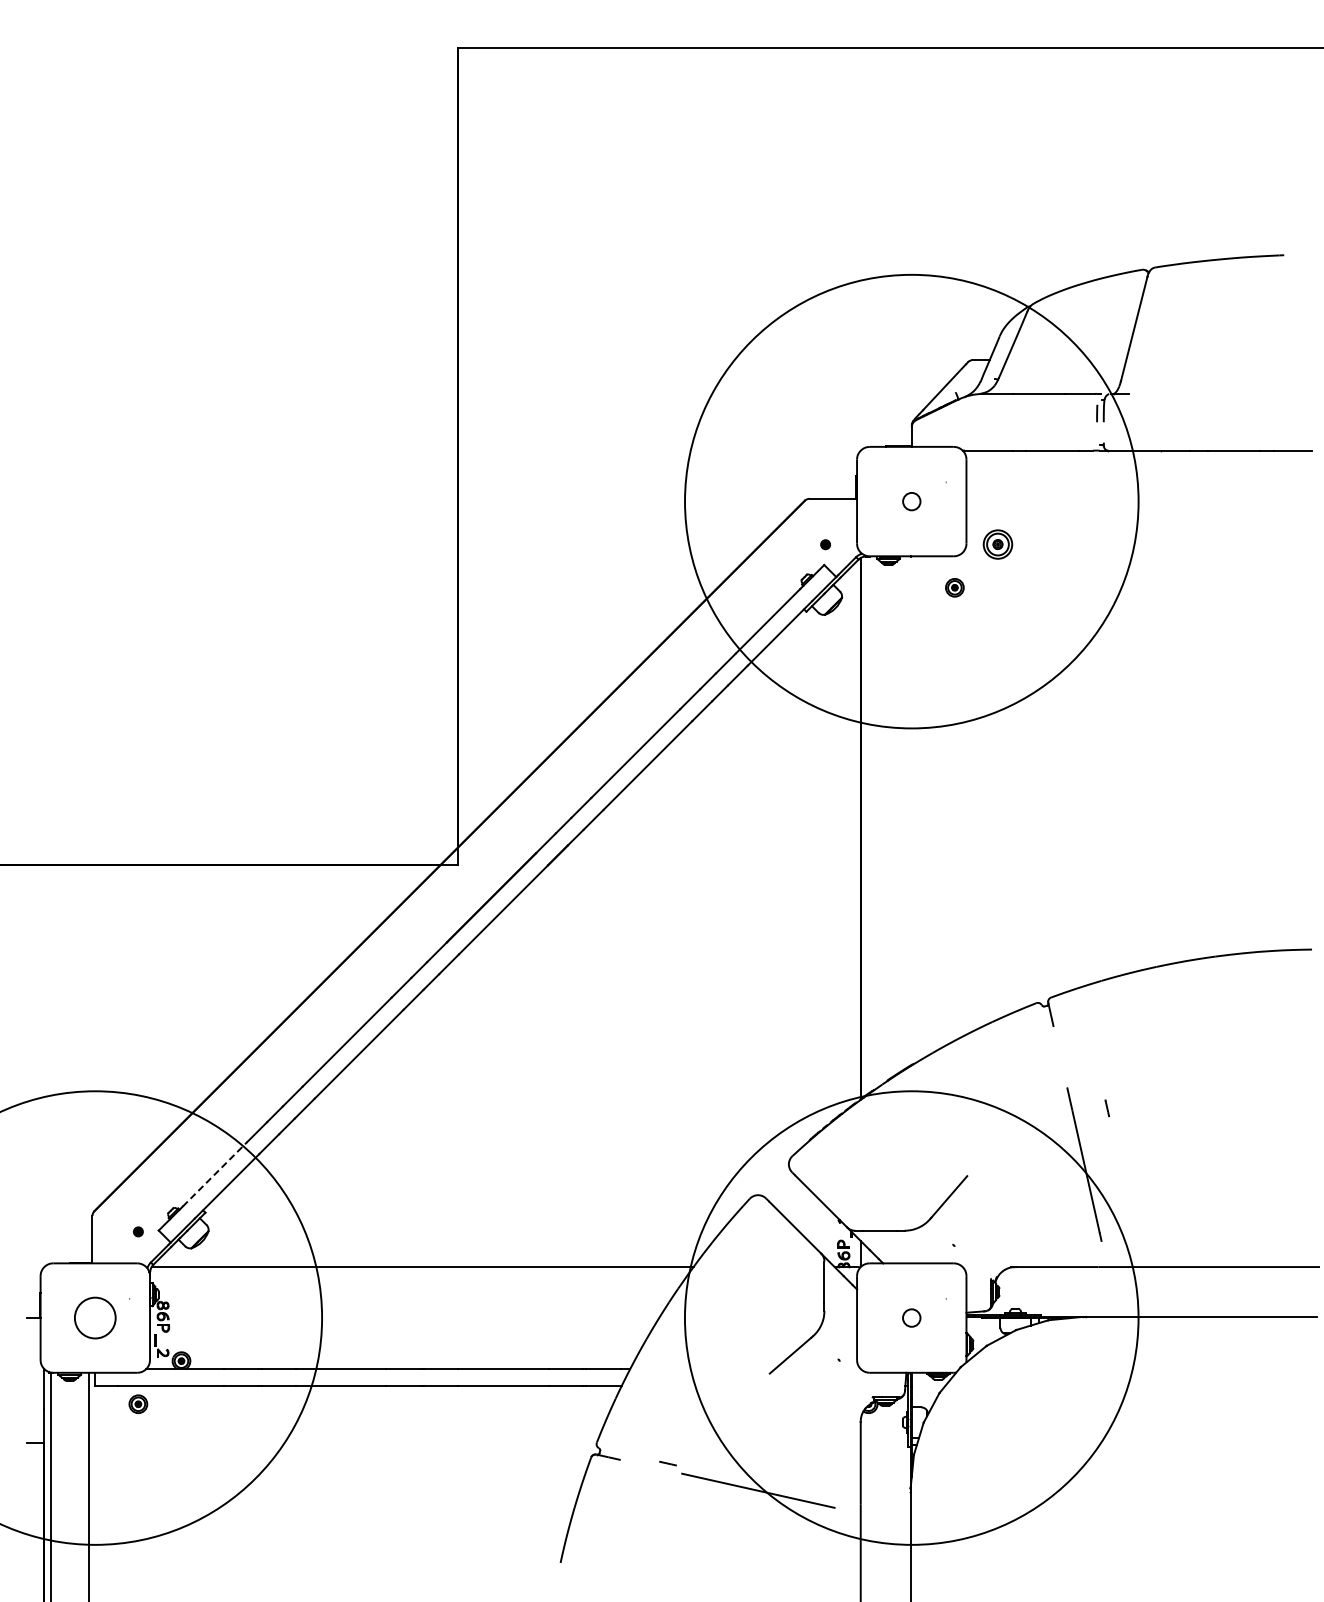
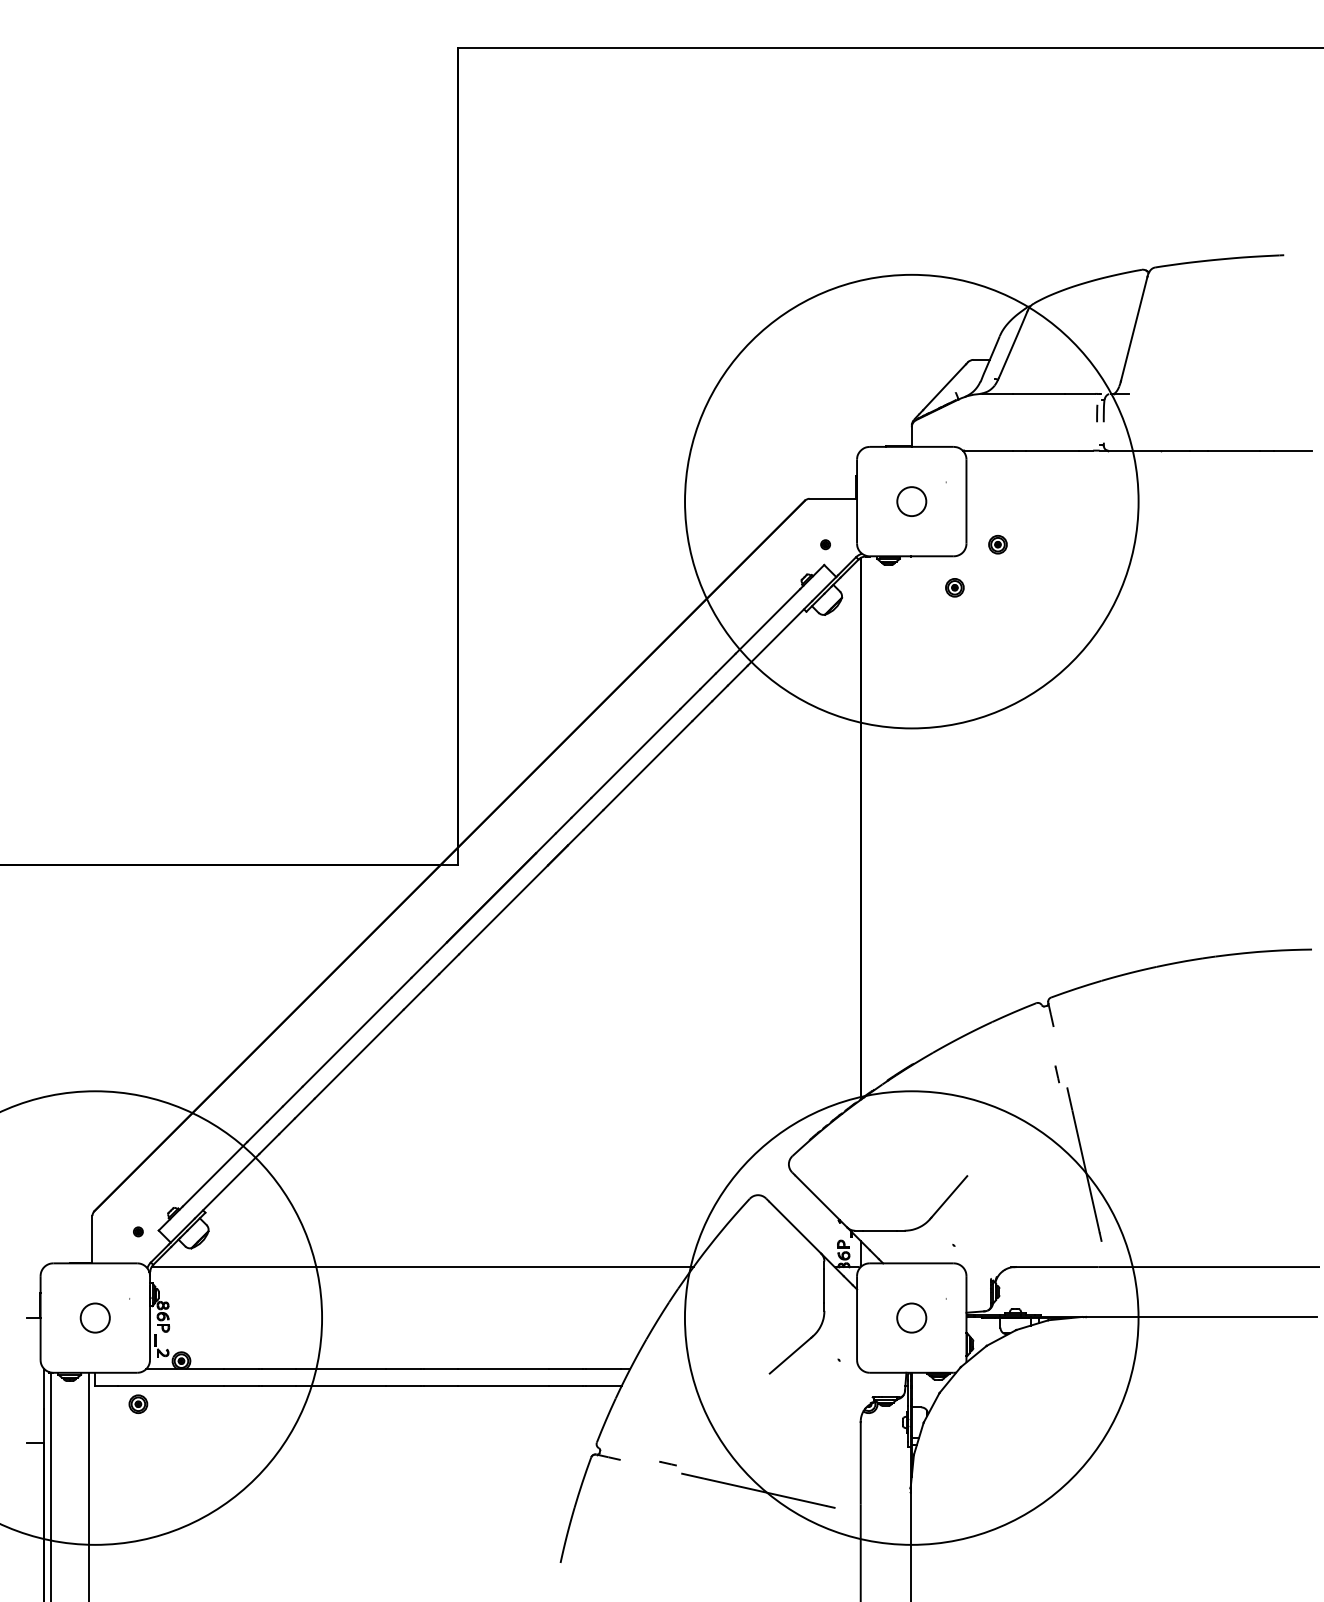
circle at (911, 501) diameter: 17 px -> 29 px
part at (997, 544) size: 32x31 px -> 20x20 px
line at (1107, 1108) position: (1107, 1108) -> (1057, 1074)
line at (215, 1174): dashed -> solid
circle at (94, 1317) diameter: 41 px -> 29 px
circle at (911, 1317) diameter: 17 px -> 29 px
